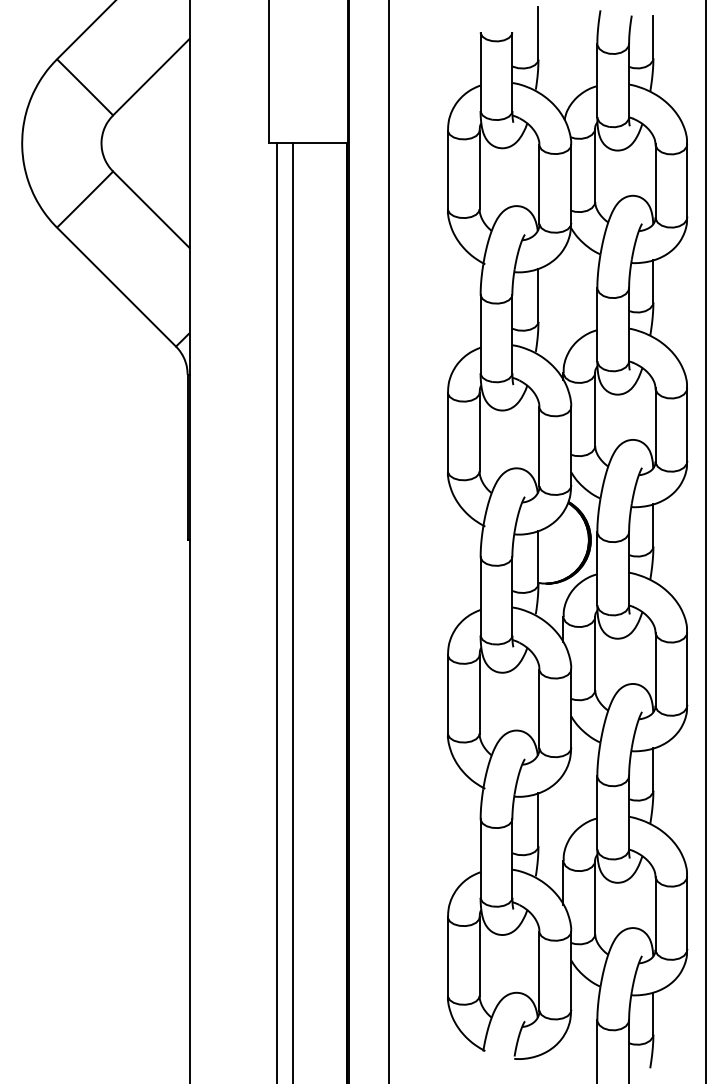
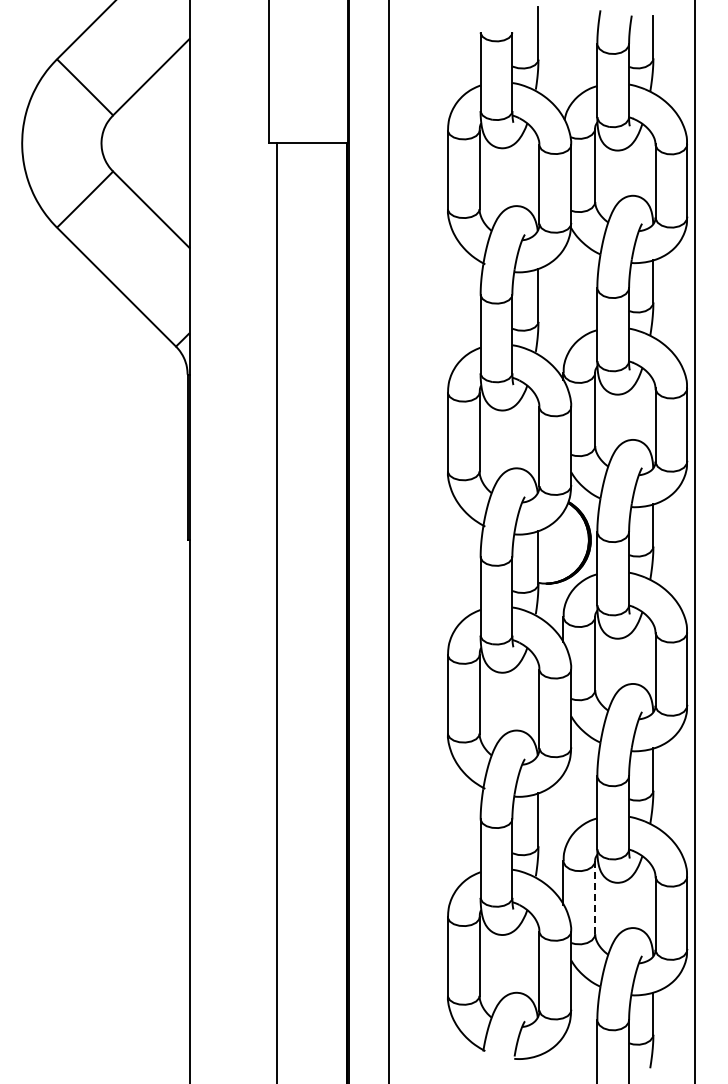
line at (705, 541) position: (705, 541) -> (694, 541)
line at (292, 611): present -> none
line at (595, 897): solid -> dashed
